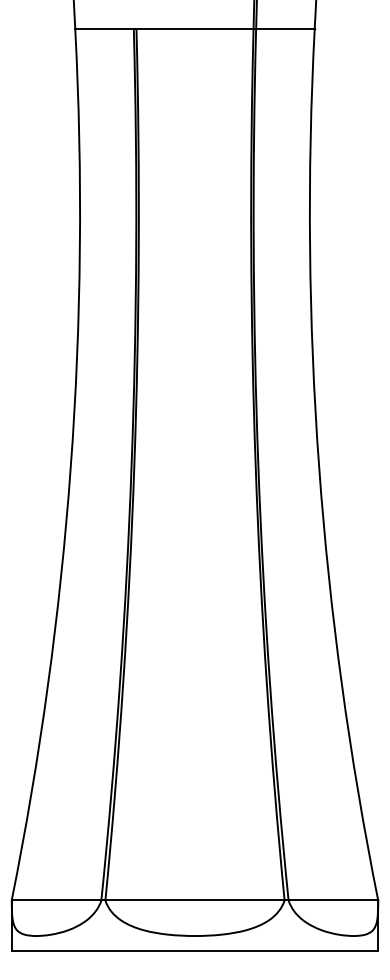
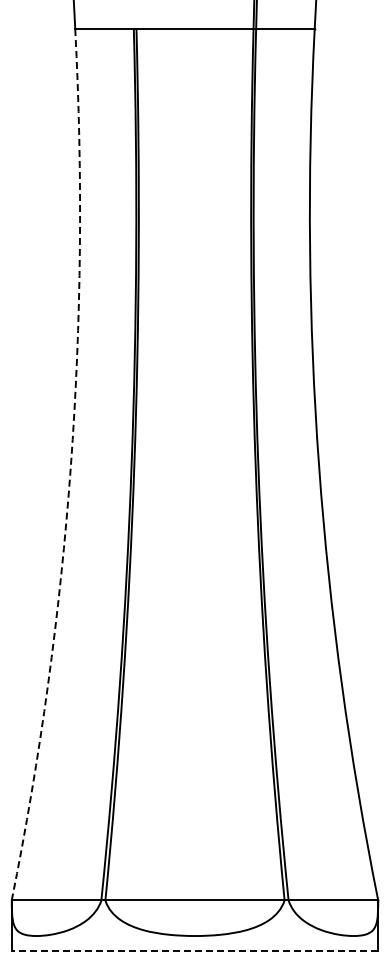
arc at (70, 466): solid -> dashed
line at (194, 950): solid -> dashed
